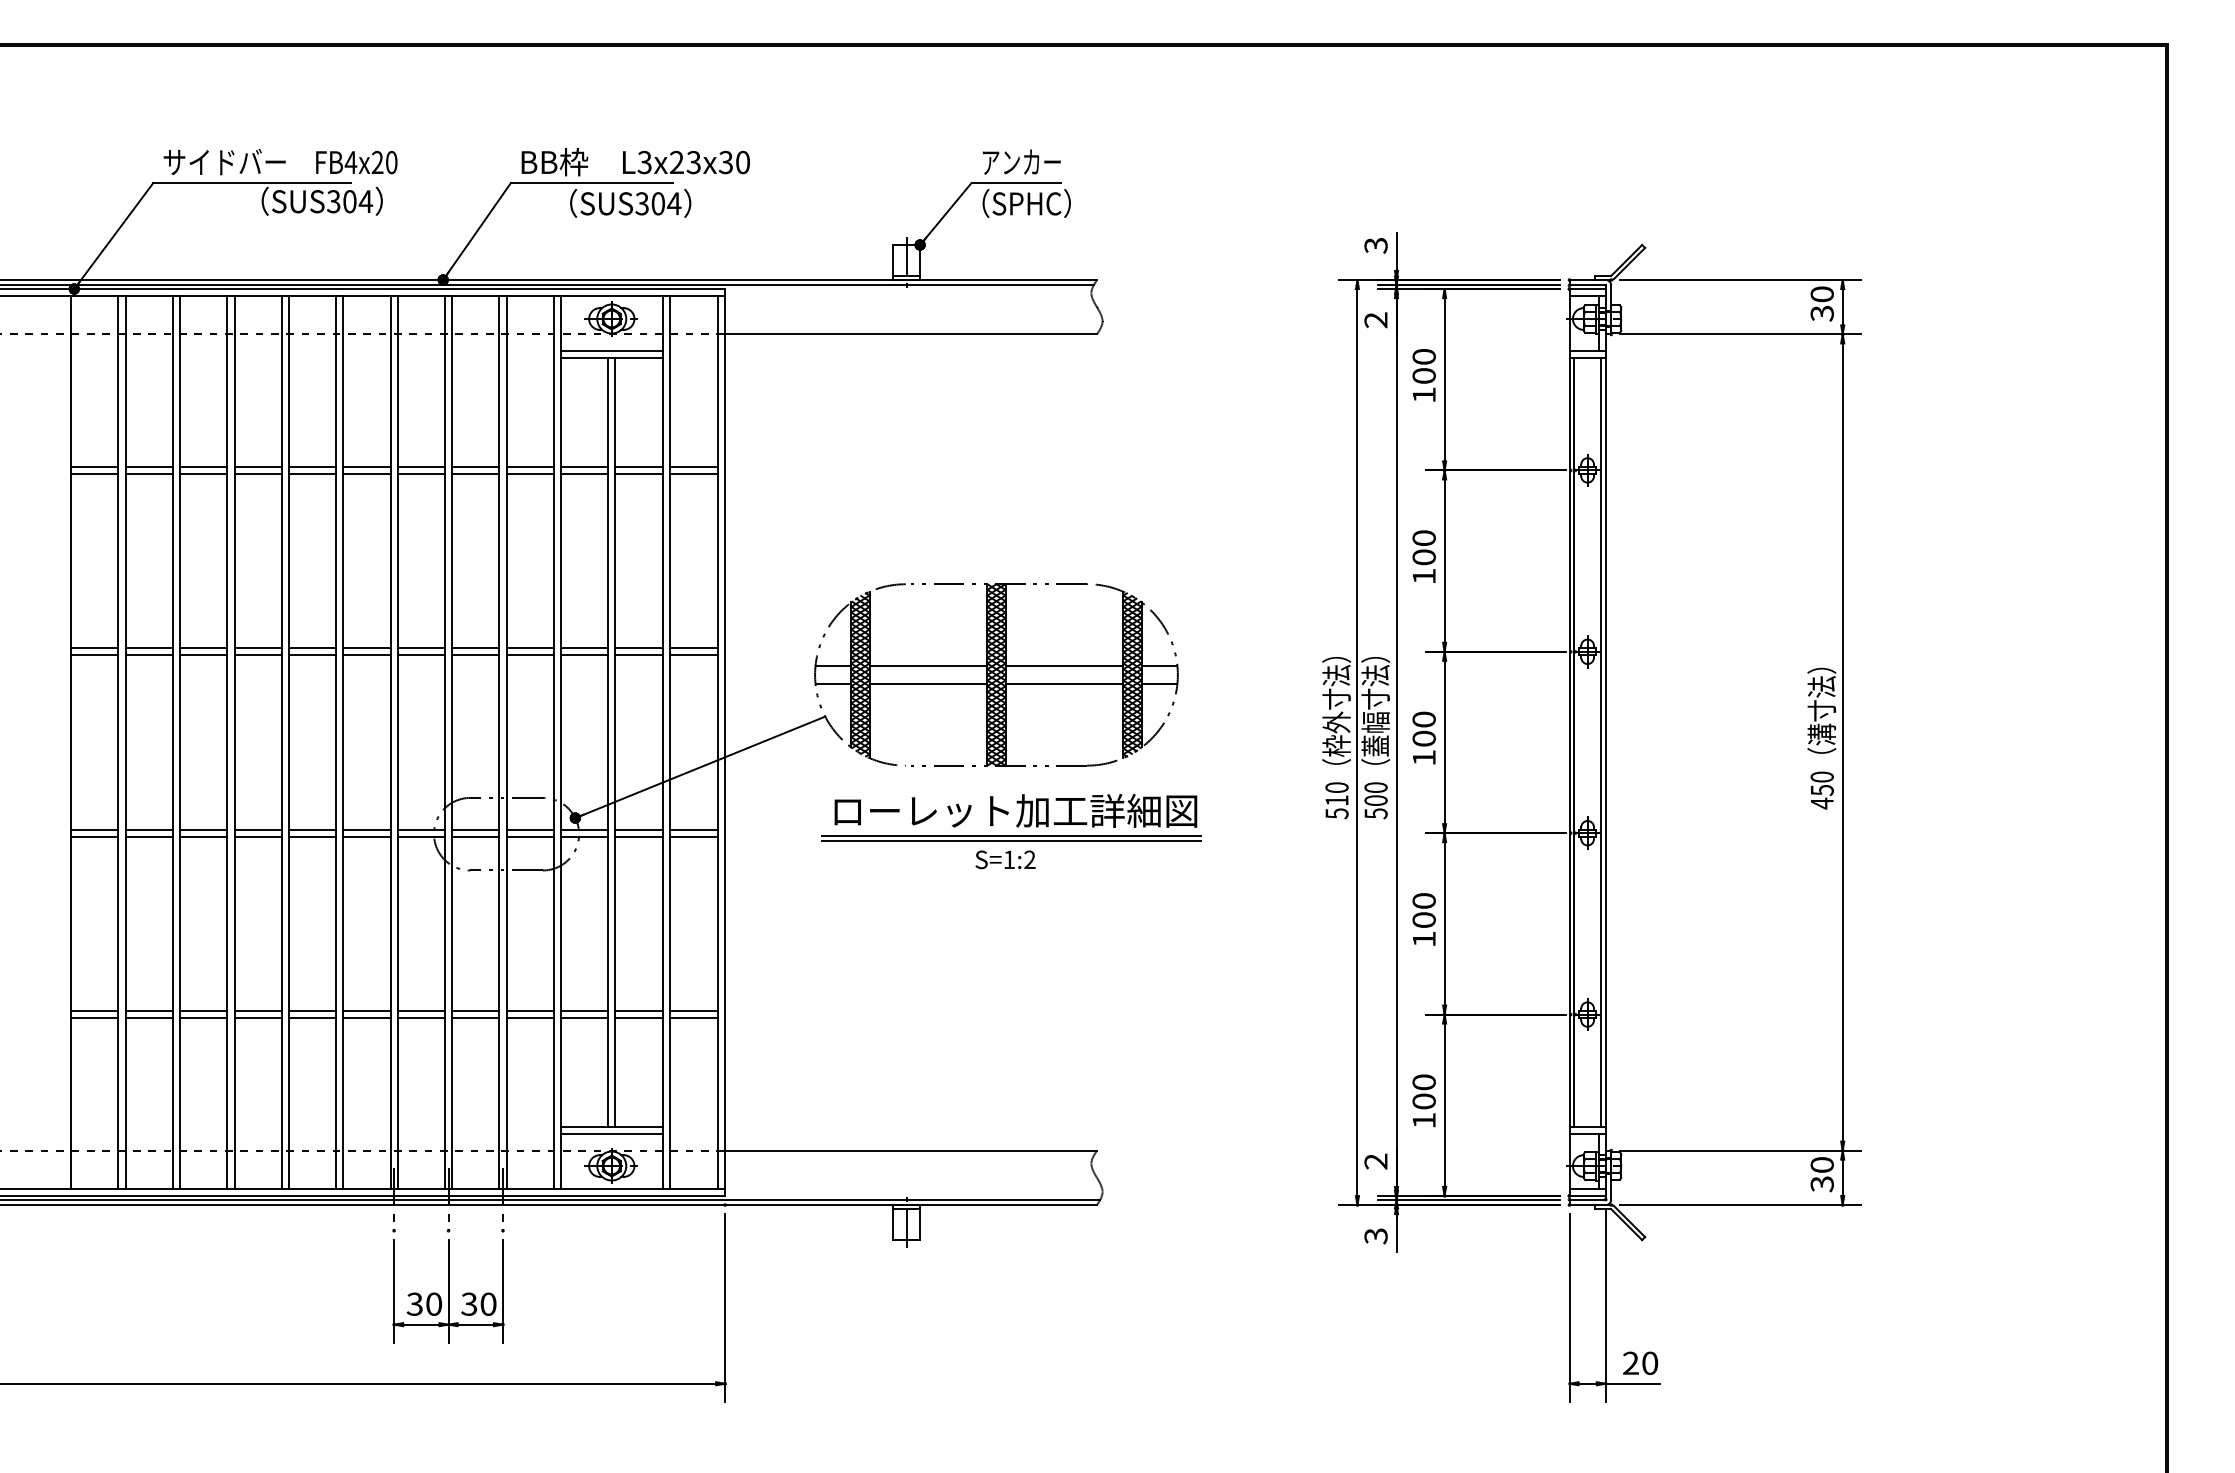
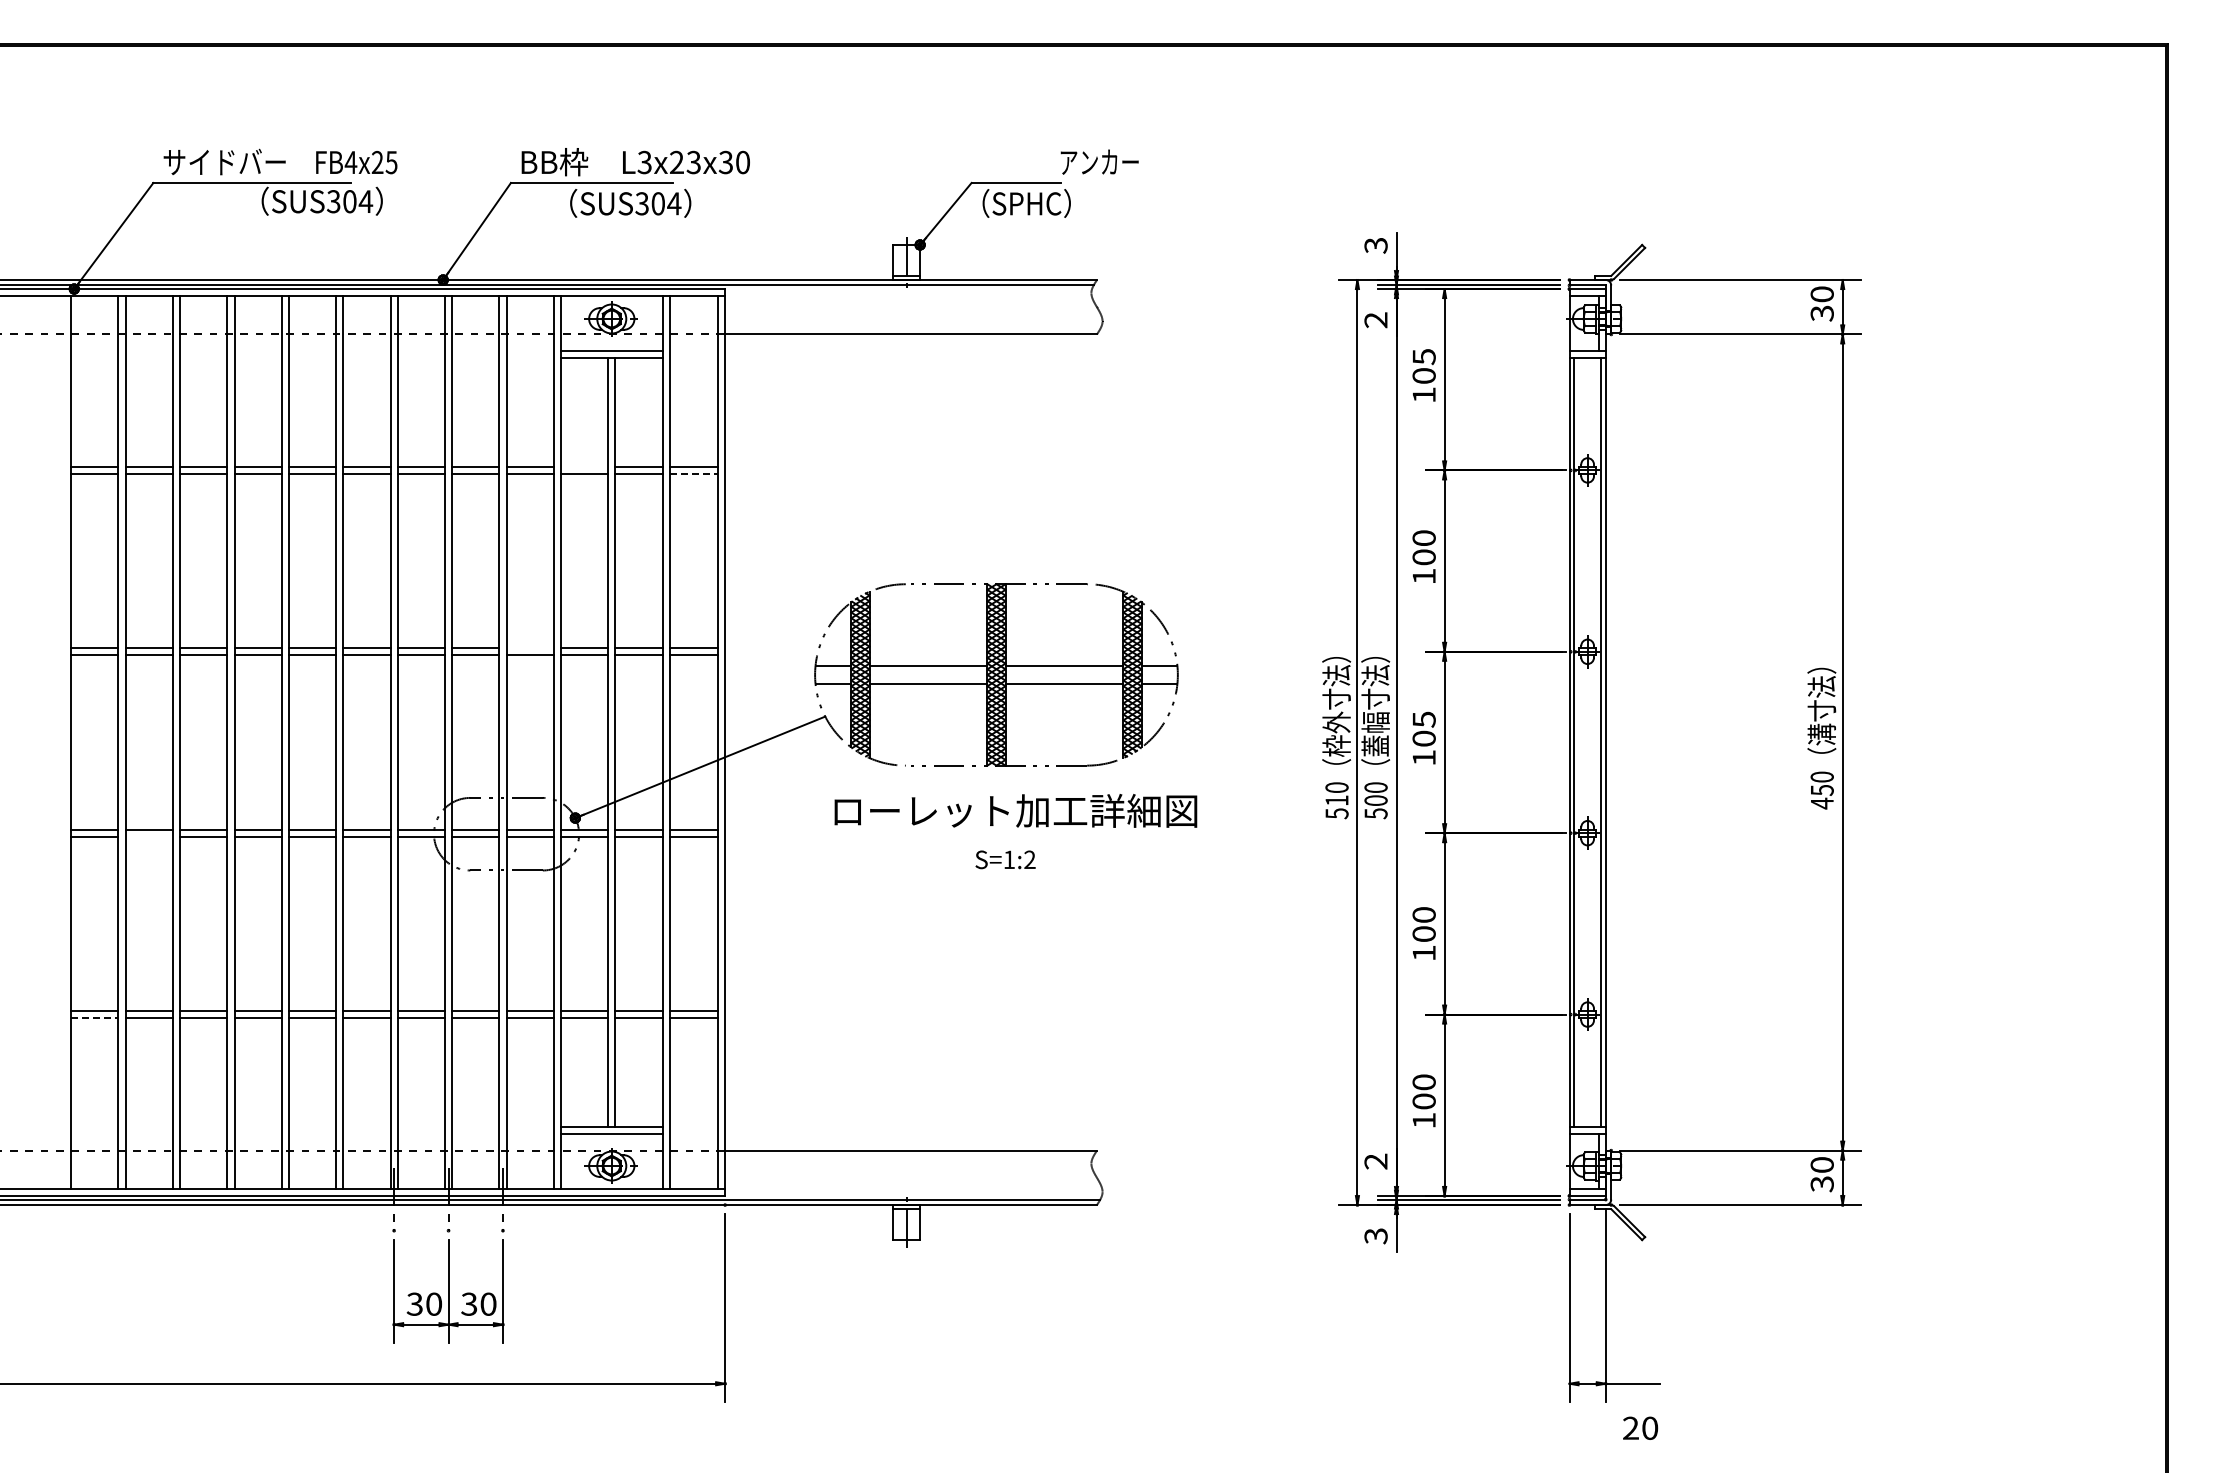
text at (1021, 161) position: (1021, 161) -> (1099, 161)
text at (391, 162): FB4x20 -> FB4x25
text at (1423, 357): 100 -> 105
line at (584, 466): present -> none
line at (694, 474): solid -> dashed
line at (529, 648): present -> none
text at (1423, 719): 100 -> 105
line at (148, 836): present -> none
part at (1011, 838): present -> none
text at (1423, 919) position: (1423, 919) -> (1423, 933)
line at (94, 1018): solid -> dashed
text at (1640, 1362) position: (1640, 1362) -> (1640, 1427)
